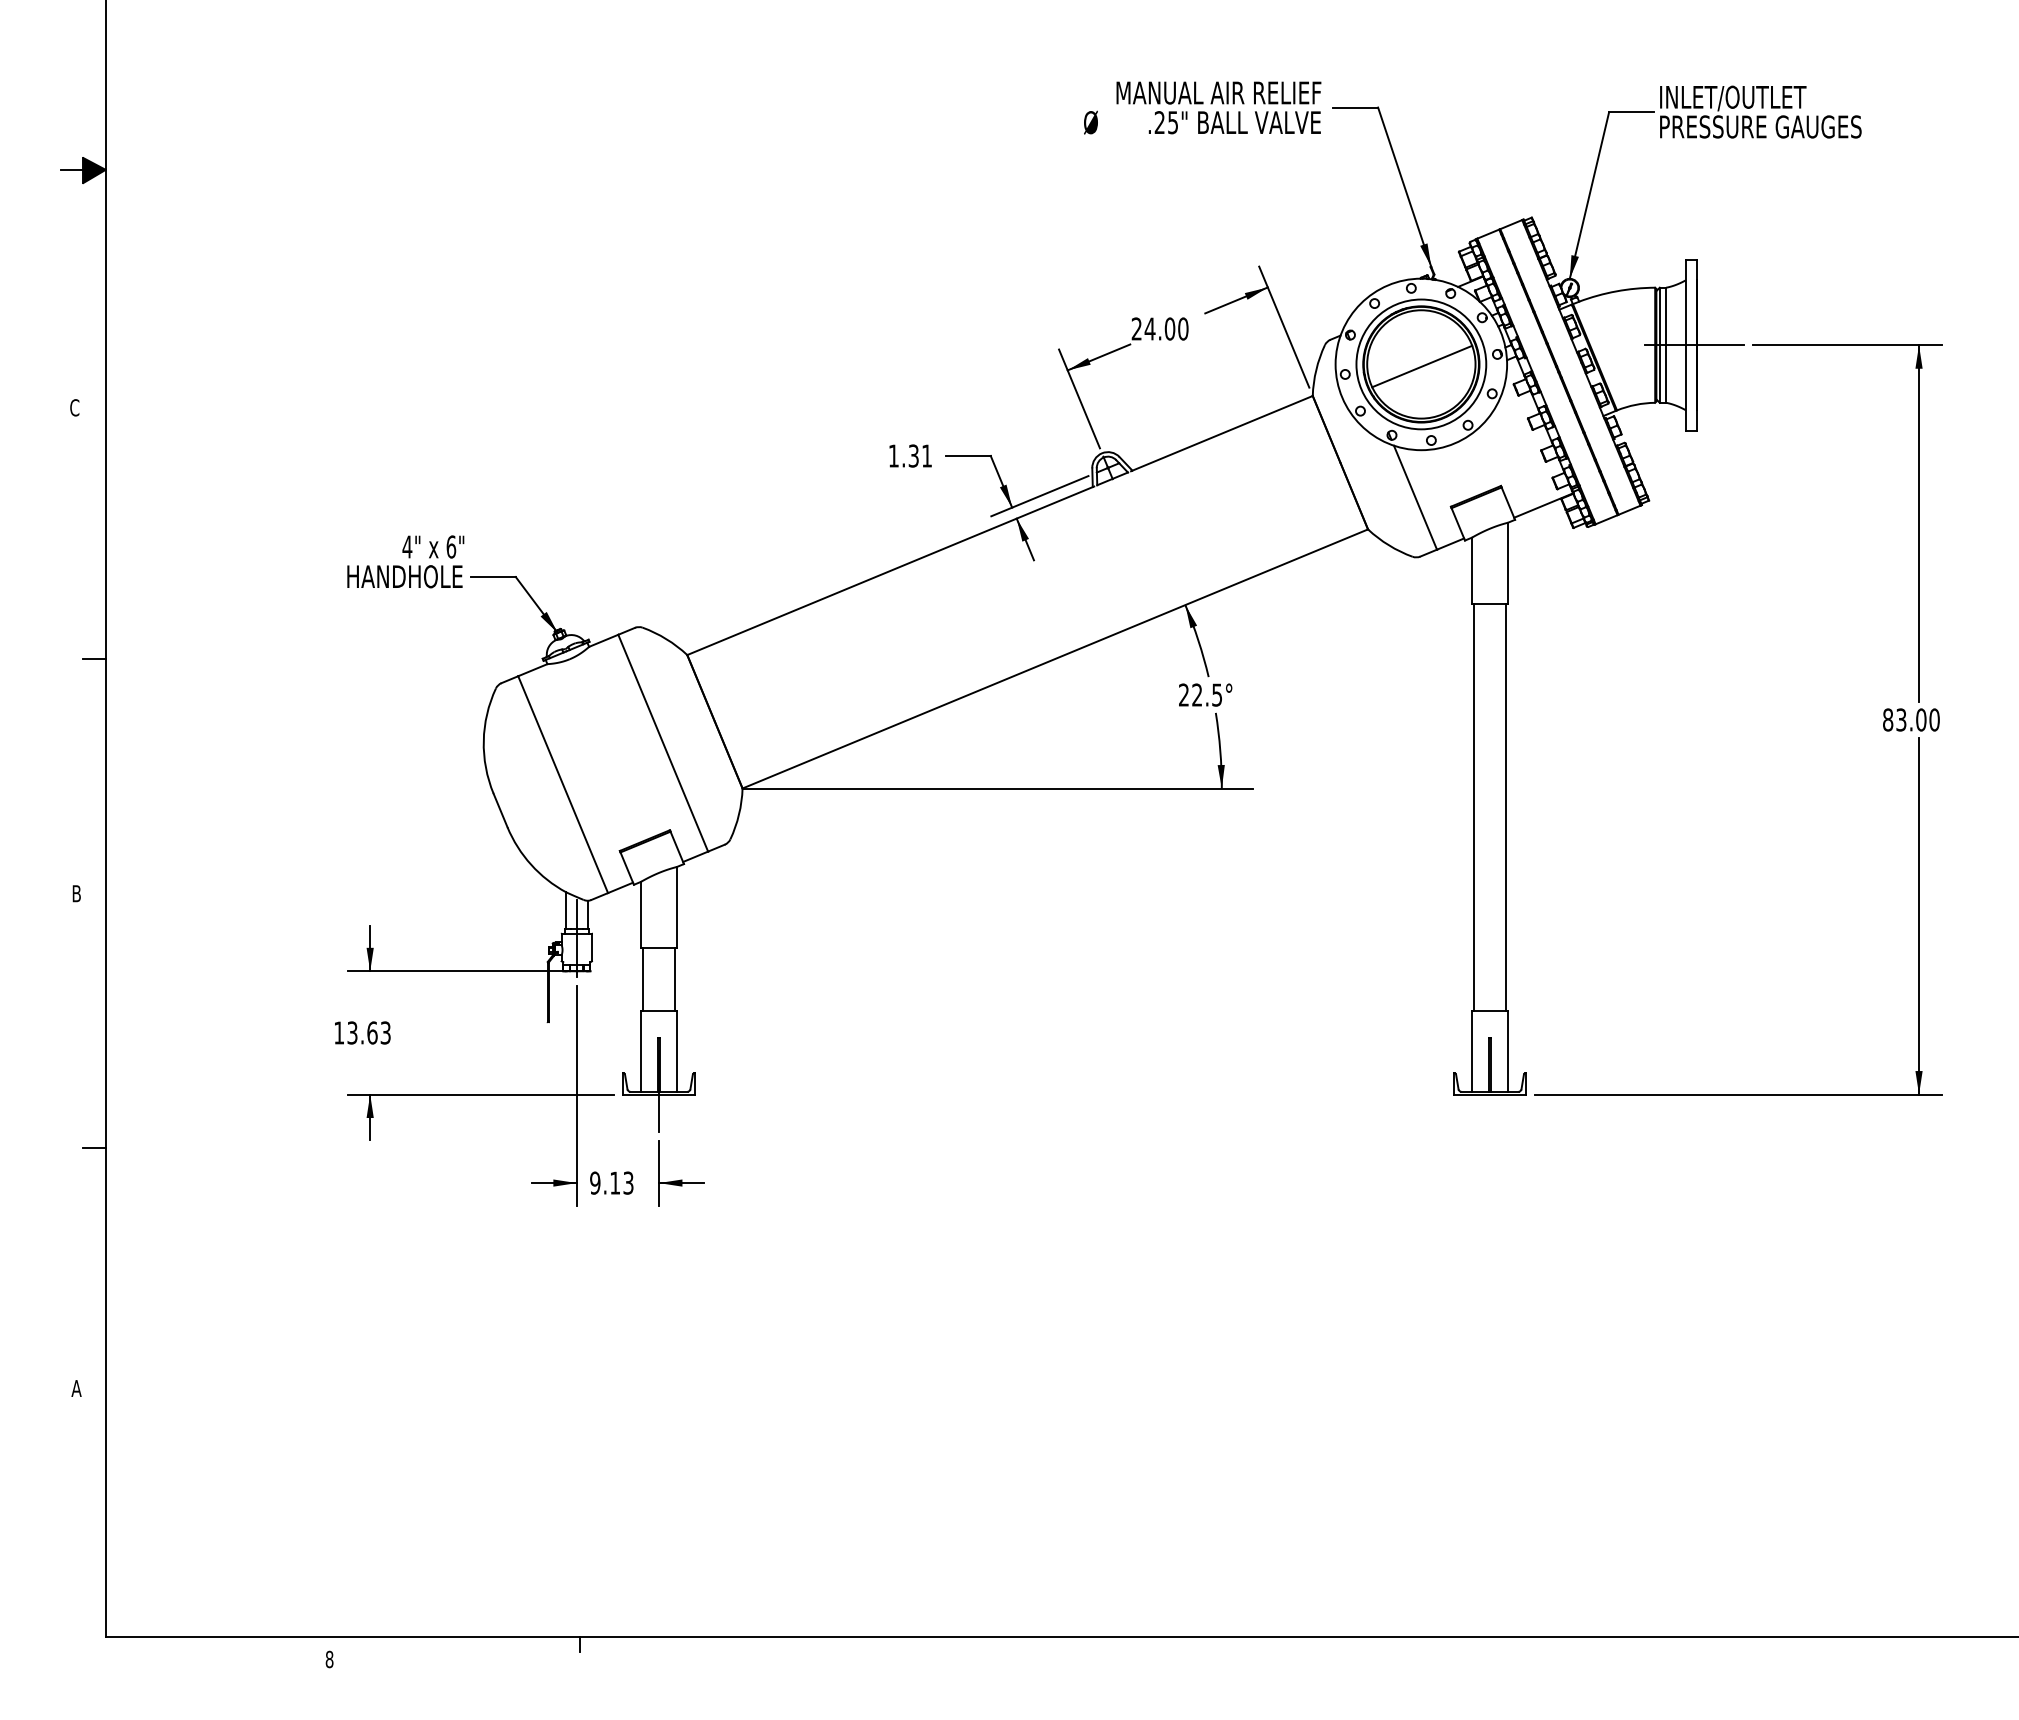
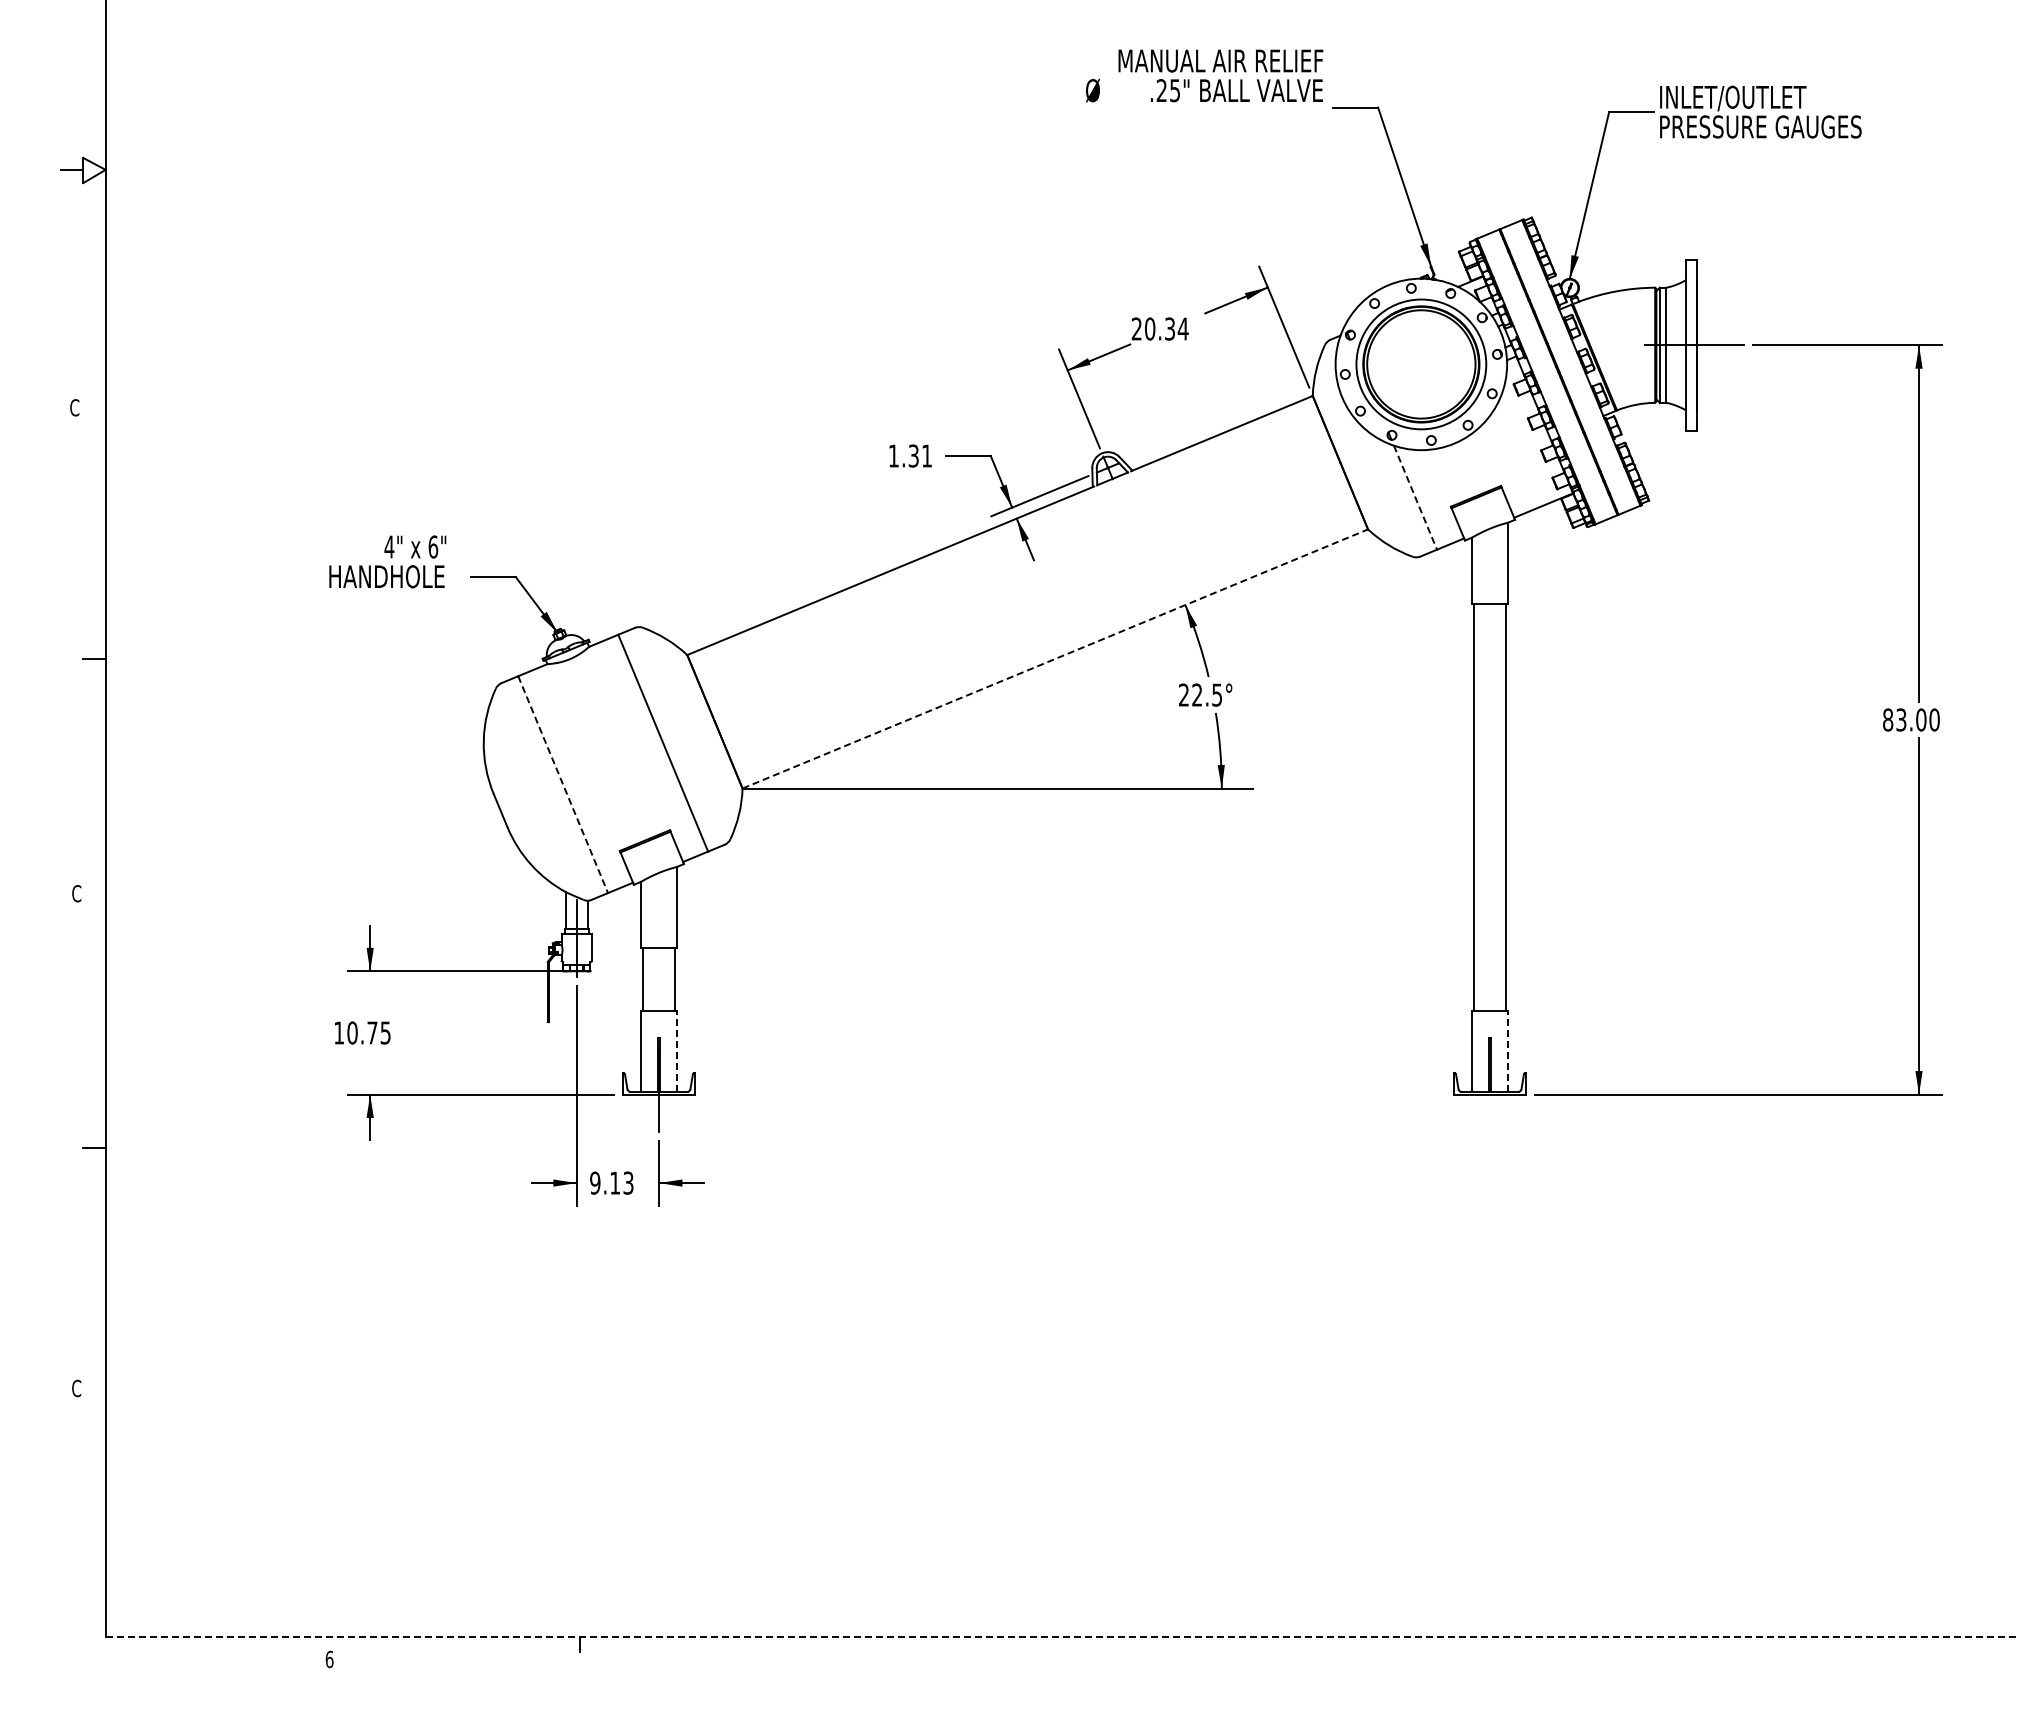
text at (1202, 107) position: (1202, 107) -> (1204, 75)
fill at (94, 170): present -> none
text at (1166, 328): 24.00 -> 20.34
line at (1422, 366): present -> none
line at (1415, 498): solid -> dashed
text at (405, 561) position: (405, 561) -> (387, 561)
line at (1055, 658): solid -> dashed
line at (563, 785): solid -> dashed
text at (76, 893): B -> C
text at (368, 1032): 13.63 -> 10.75
line at (677, 1051): solid -> dashed
line at (1508, 1051): solid -> dashed
text at (76, 1388): A -> C
line at (1062, 1636): solid -> dashed
text at (329, 1658): 8 -> 6
